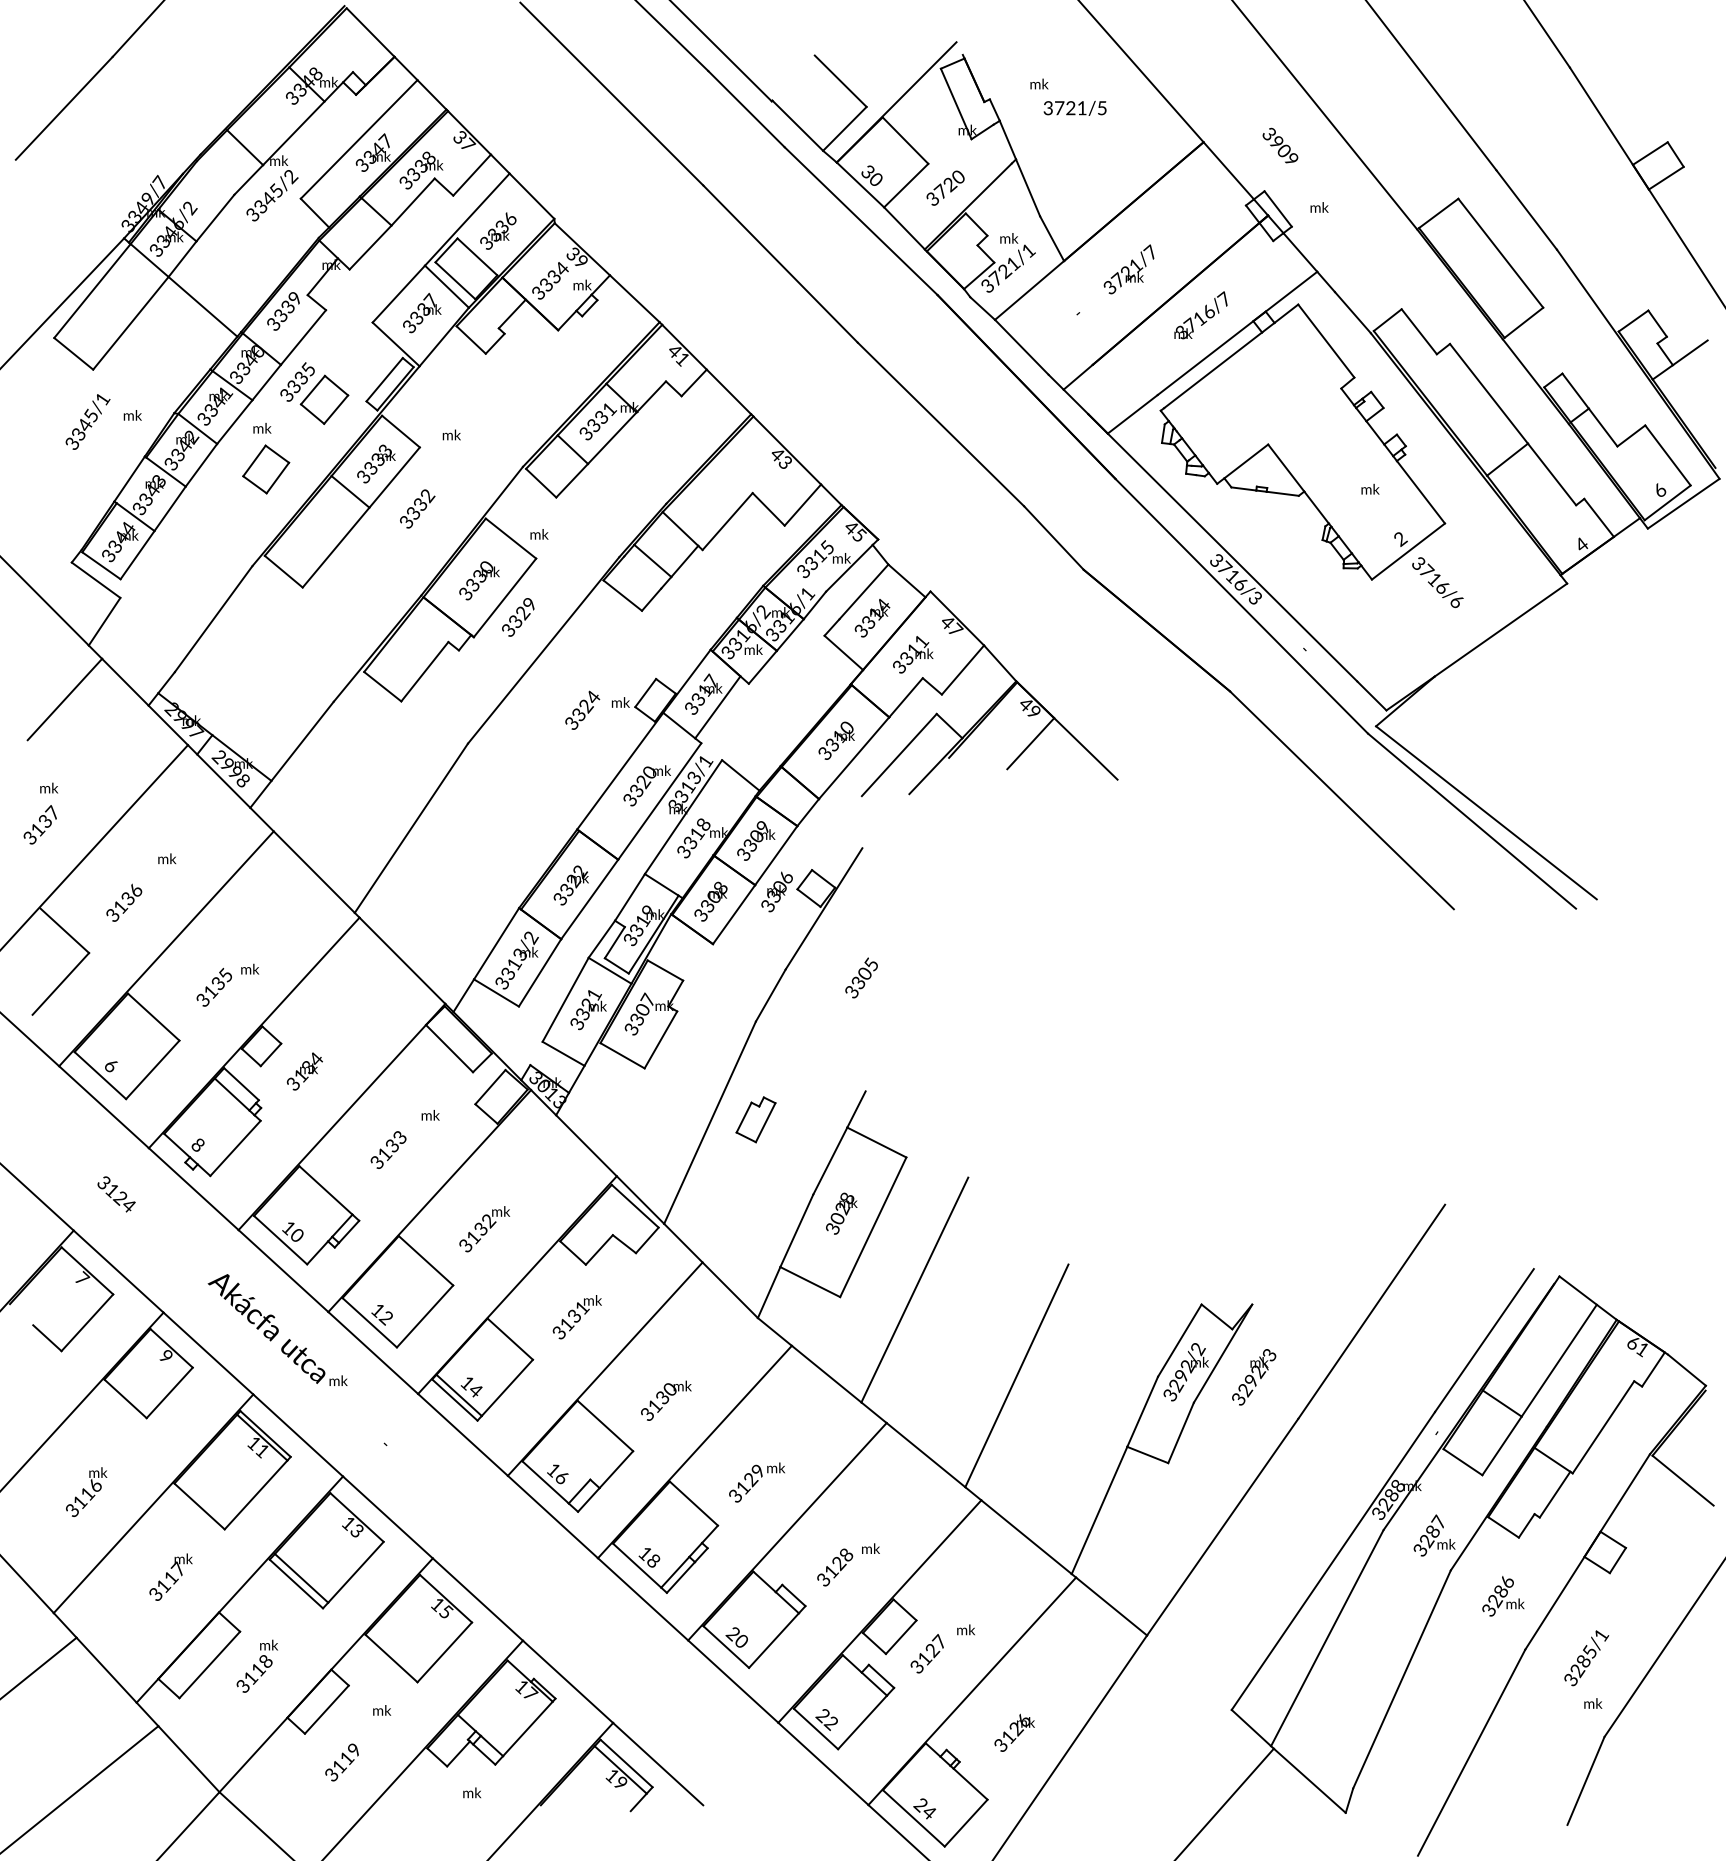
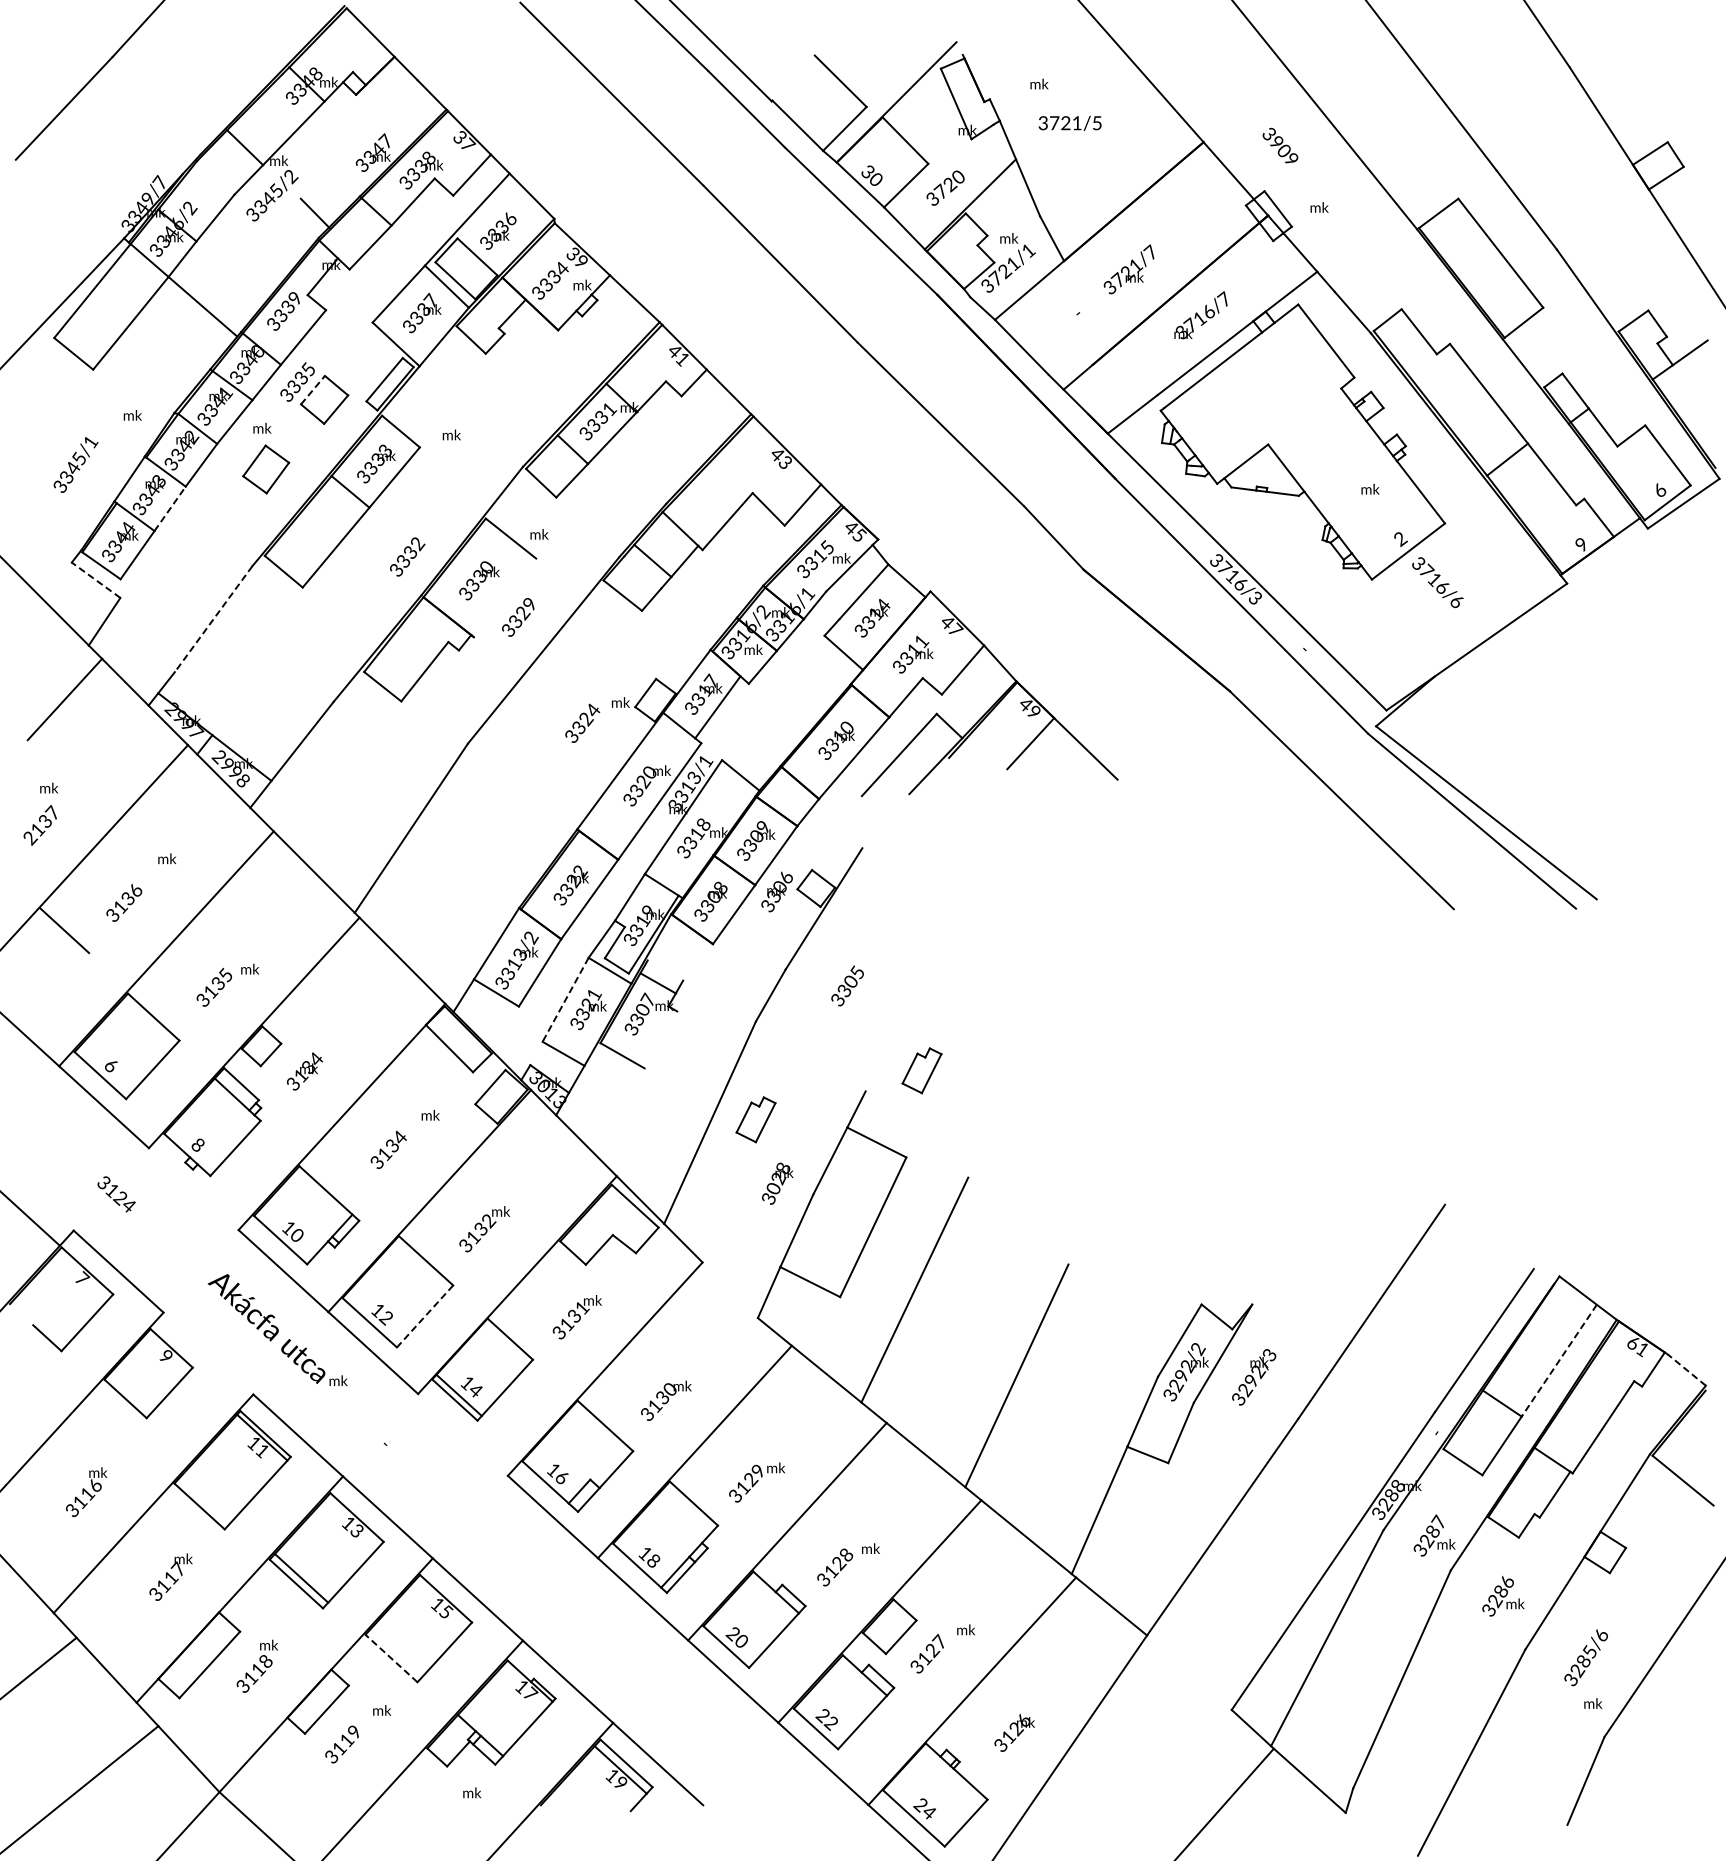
text at (1074, 107) position: (1074, 107) -> (1069, 122)
line at (358, 139): present -> none
line at (313, 390): solid -> dashed
text at (87, 421) position: (87, 421) -> (75, 464)
line at (170, 508): solid -> dashed
text at (417, 508) position: (417, 508) -> (407, 556)
text at (1581, 544): 4 -> 9
line at (95, 579): solid -> dashed
line at (504, 597): present -> none
line at (213, 619): solid -> dashed
text at (582, 709) position: (582, 709) -> (582, 722)
text at (33, 839): 3137 -> 2137
line at (665, 970) position: (665, 970) -> (658, 983)
text at (861, 977) position: (861, 977) -> (847, 985)
line at (60, 983): present -> none
line at (565, 999): solid -> dashed
line at (660, 1039): present -> none
part at (921, 1070): none -> present
text at (399, 1136): 3133 -> 3134
line at (193, 1189): present -> none
line at (37, 1197) position: (37, 1197) -> (30, 1219)
text at (841, 1213) position: (841, 1213) -> (777, 1183)
line at (729, 1290): present -> none
line at (425, 1316): solid -> dashed
line at (208, 1353): present -> none
line at (1559, 1361): solid -> dashed
line at (1686, 1370): solid -> dashed
line at (462, 1434): present -> none
text at (1602, 1635): 3285/1 -> 3285/6
line at (391, 1658): solid -> dashed
text at (341, 1762) position: (341, 1762) -> (341, 1744)
